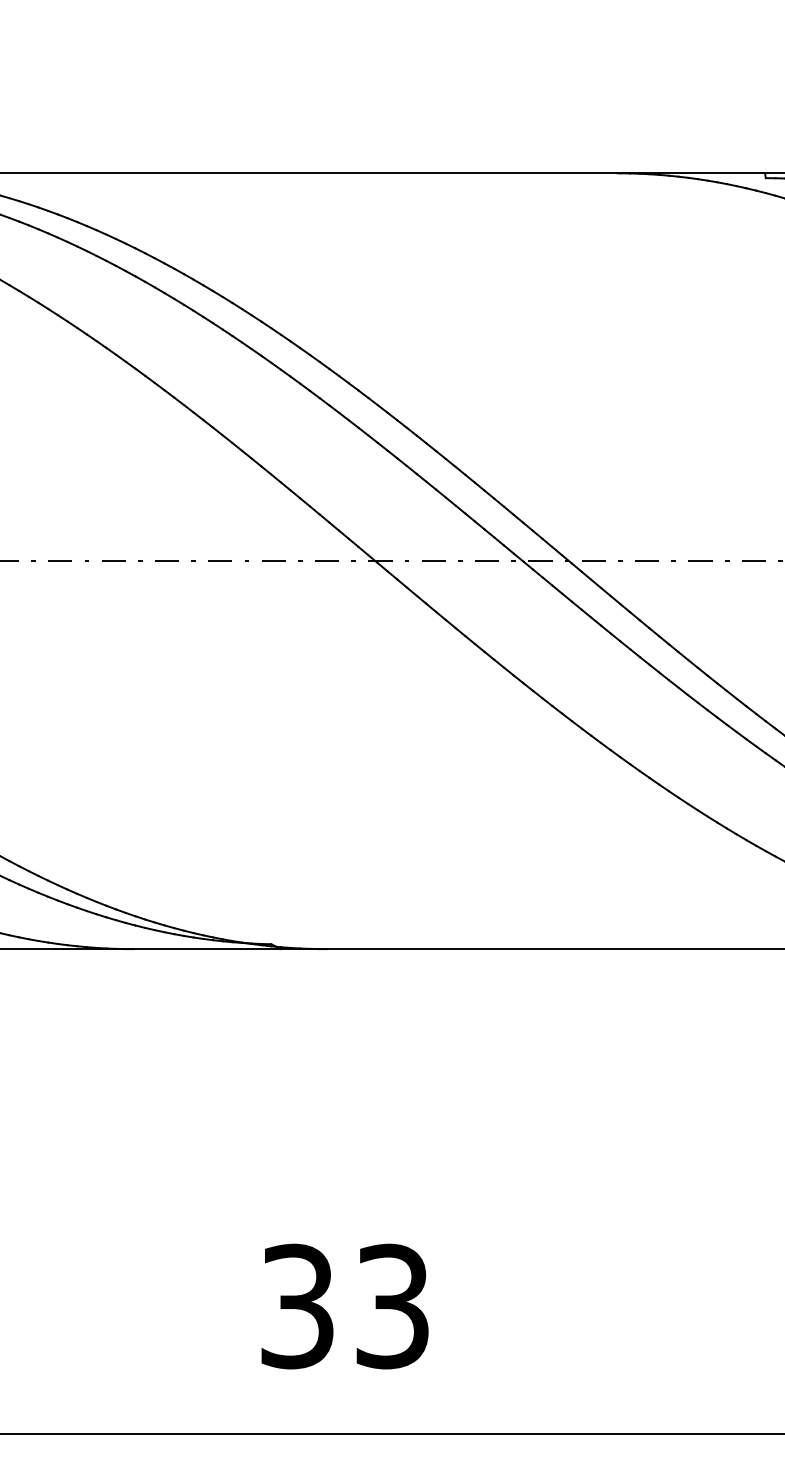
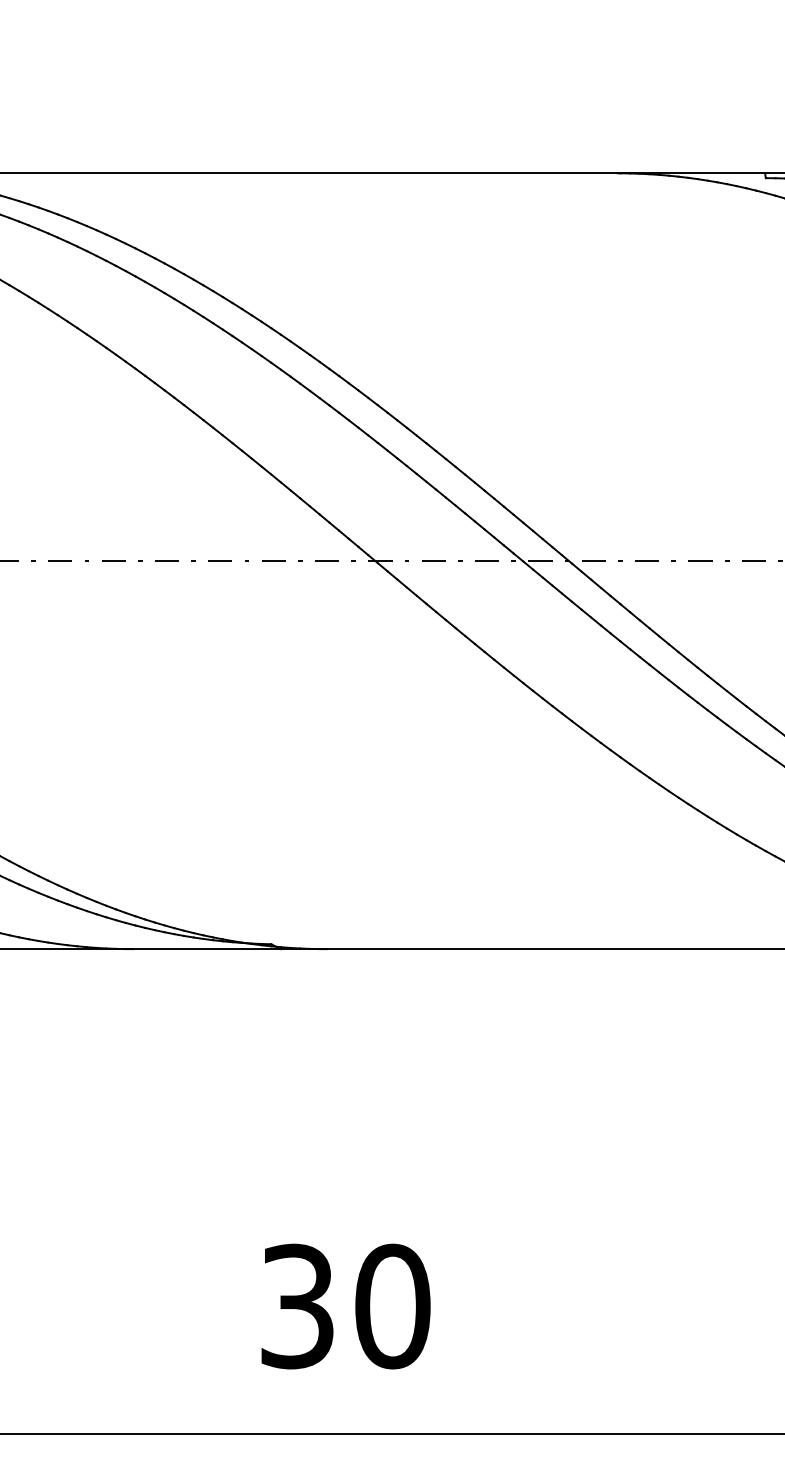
text at (392, 1306): 33 -> 30
